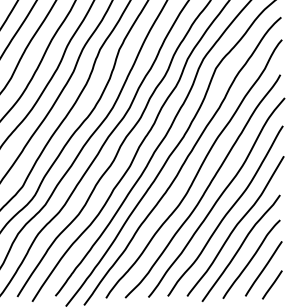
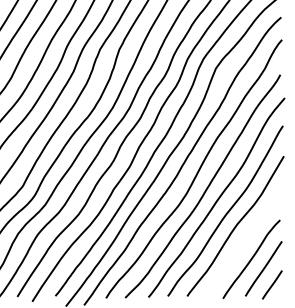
curve at (240, 247): present -> none
